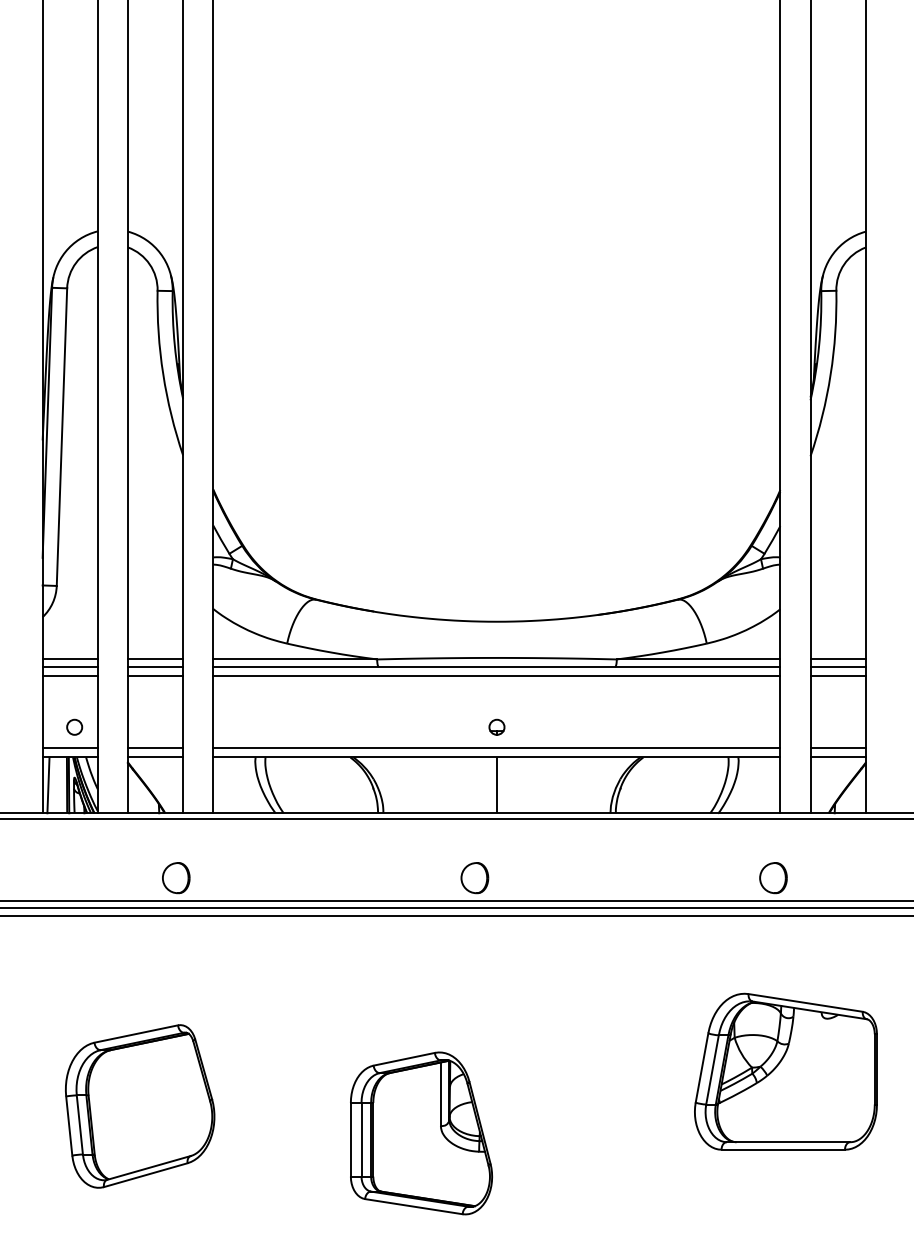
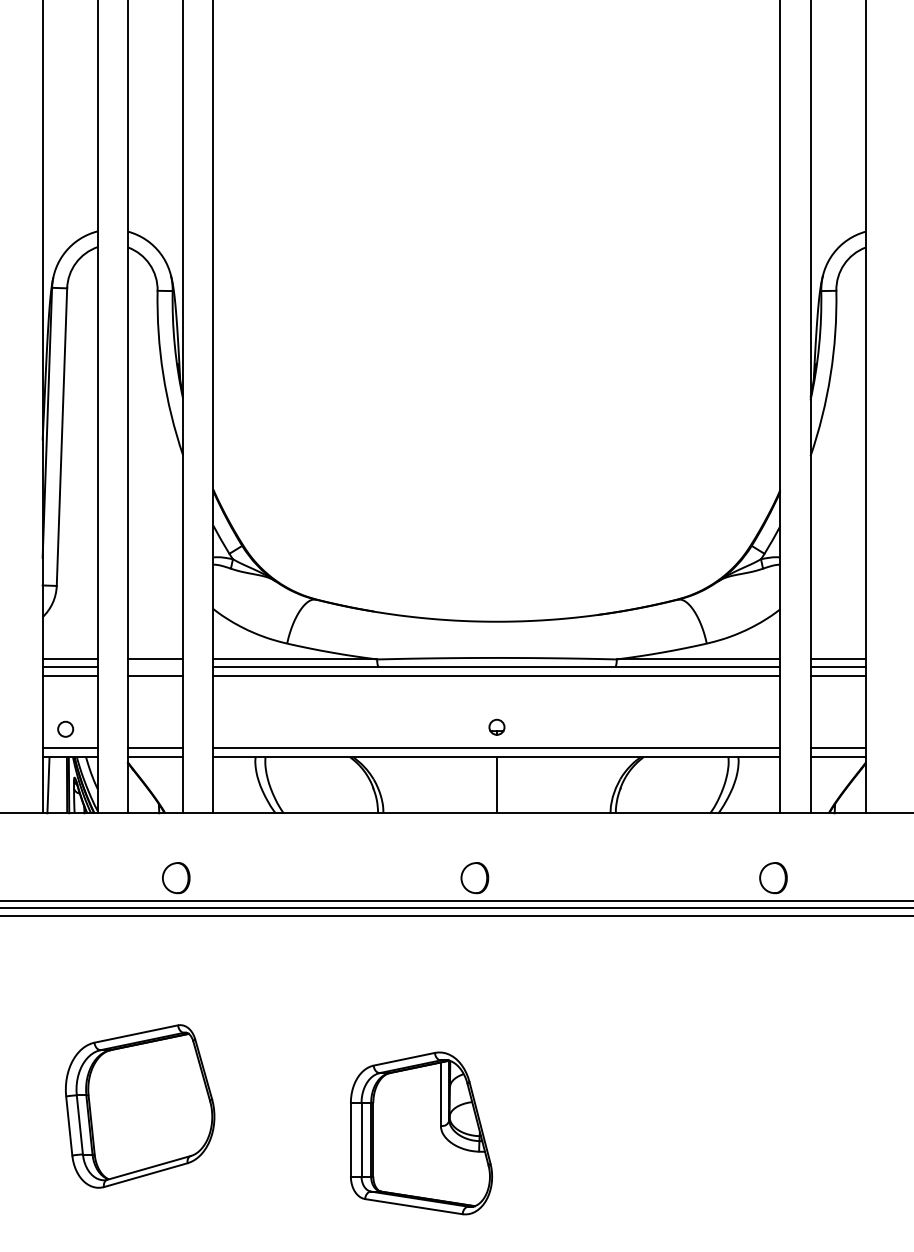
line at (155, 666): present -> none
circle at (74, 726) position: (74, 726) -> (65, 728)
line at (456, 819): present -> none
part at (785, 1071): present -> none
